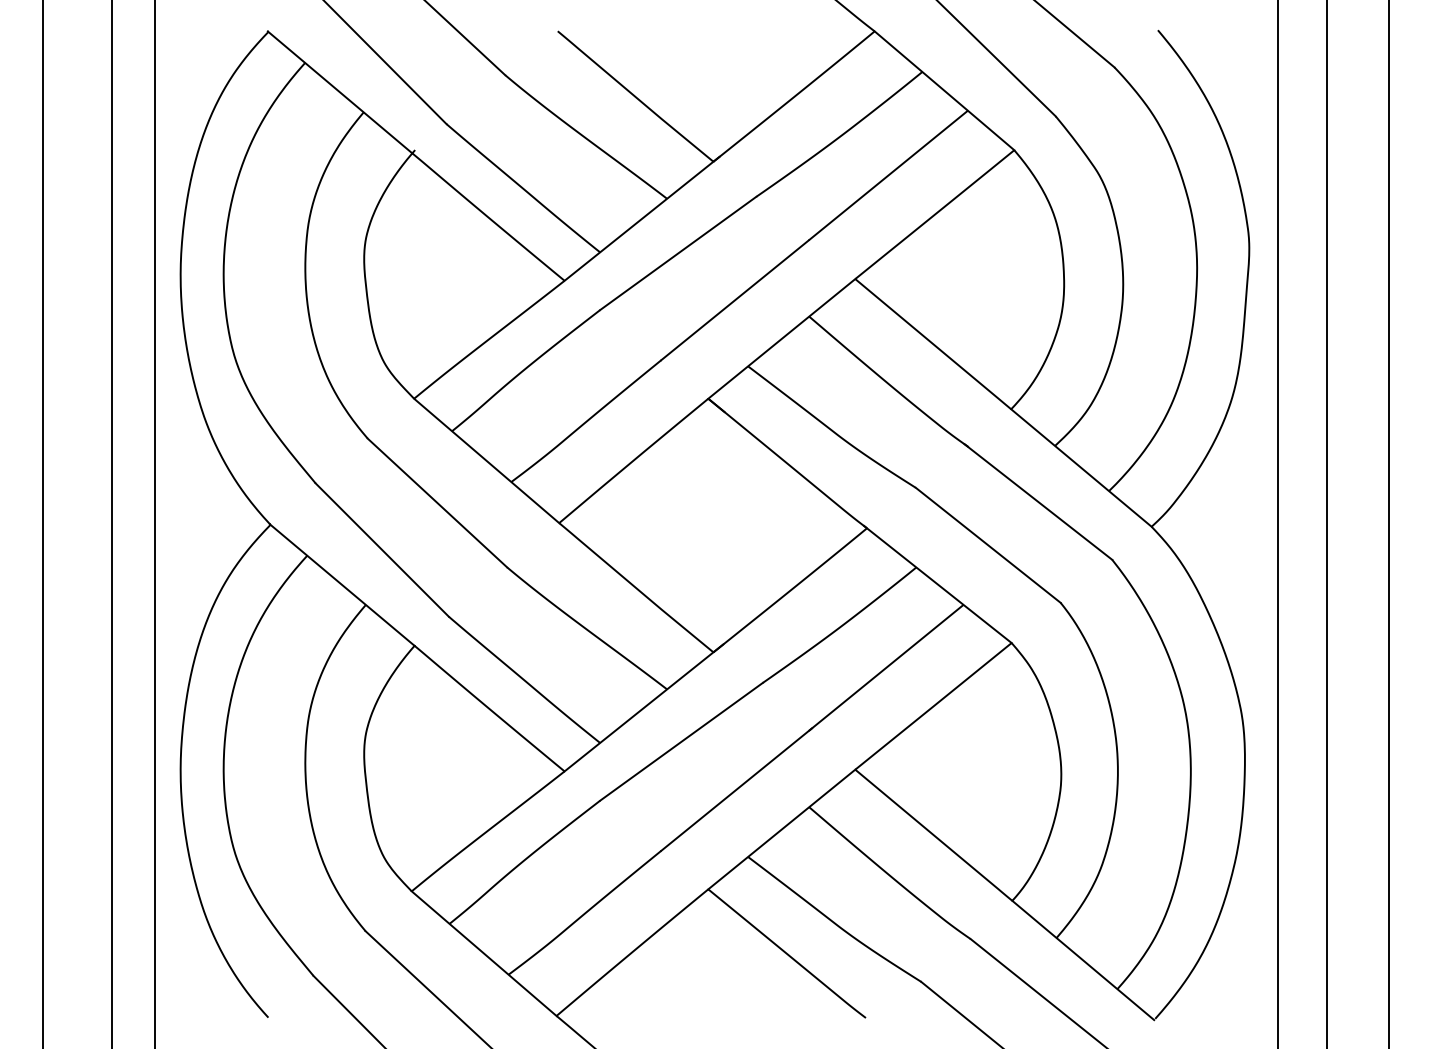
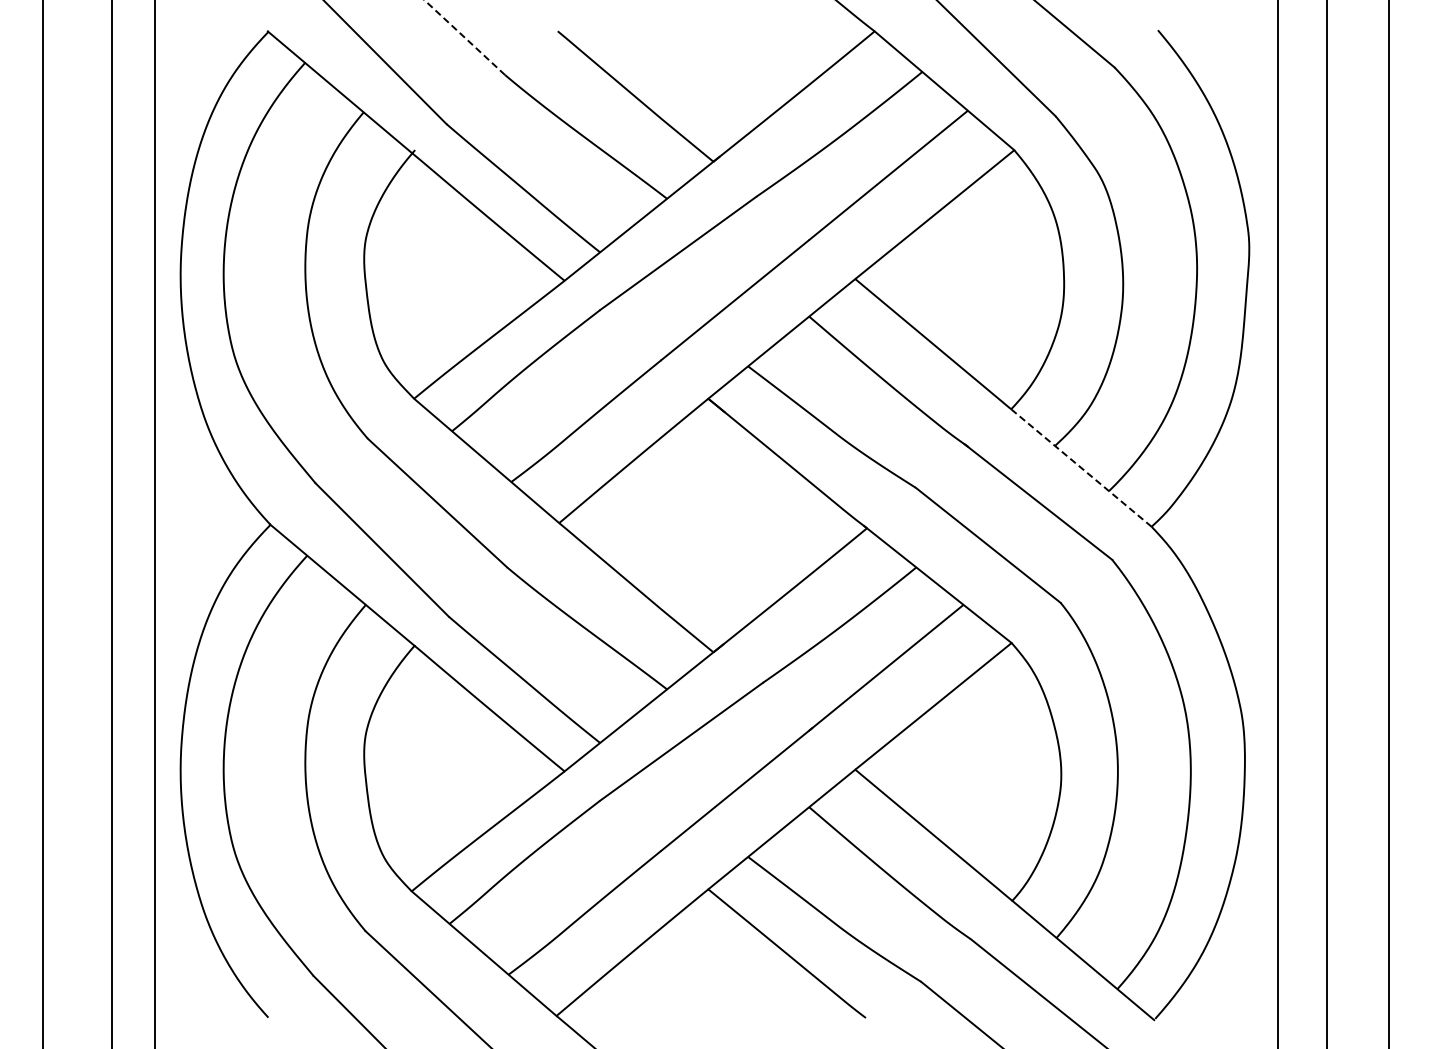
line at (464, 37): solid -> dashed
line at (1081, 468): solid -> dashed
